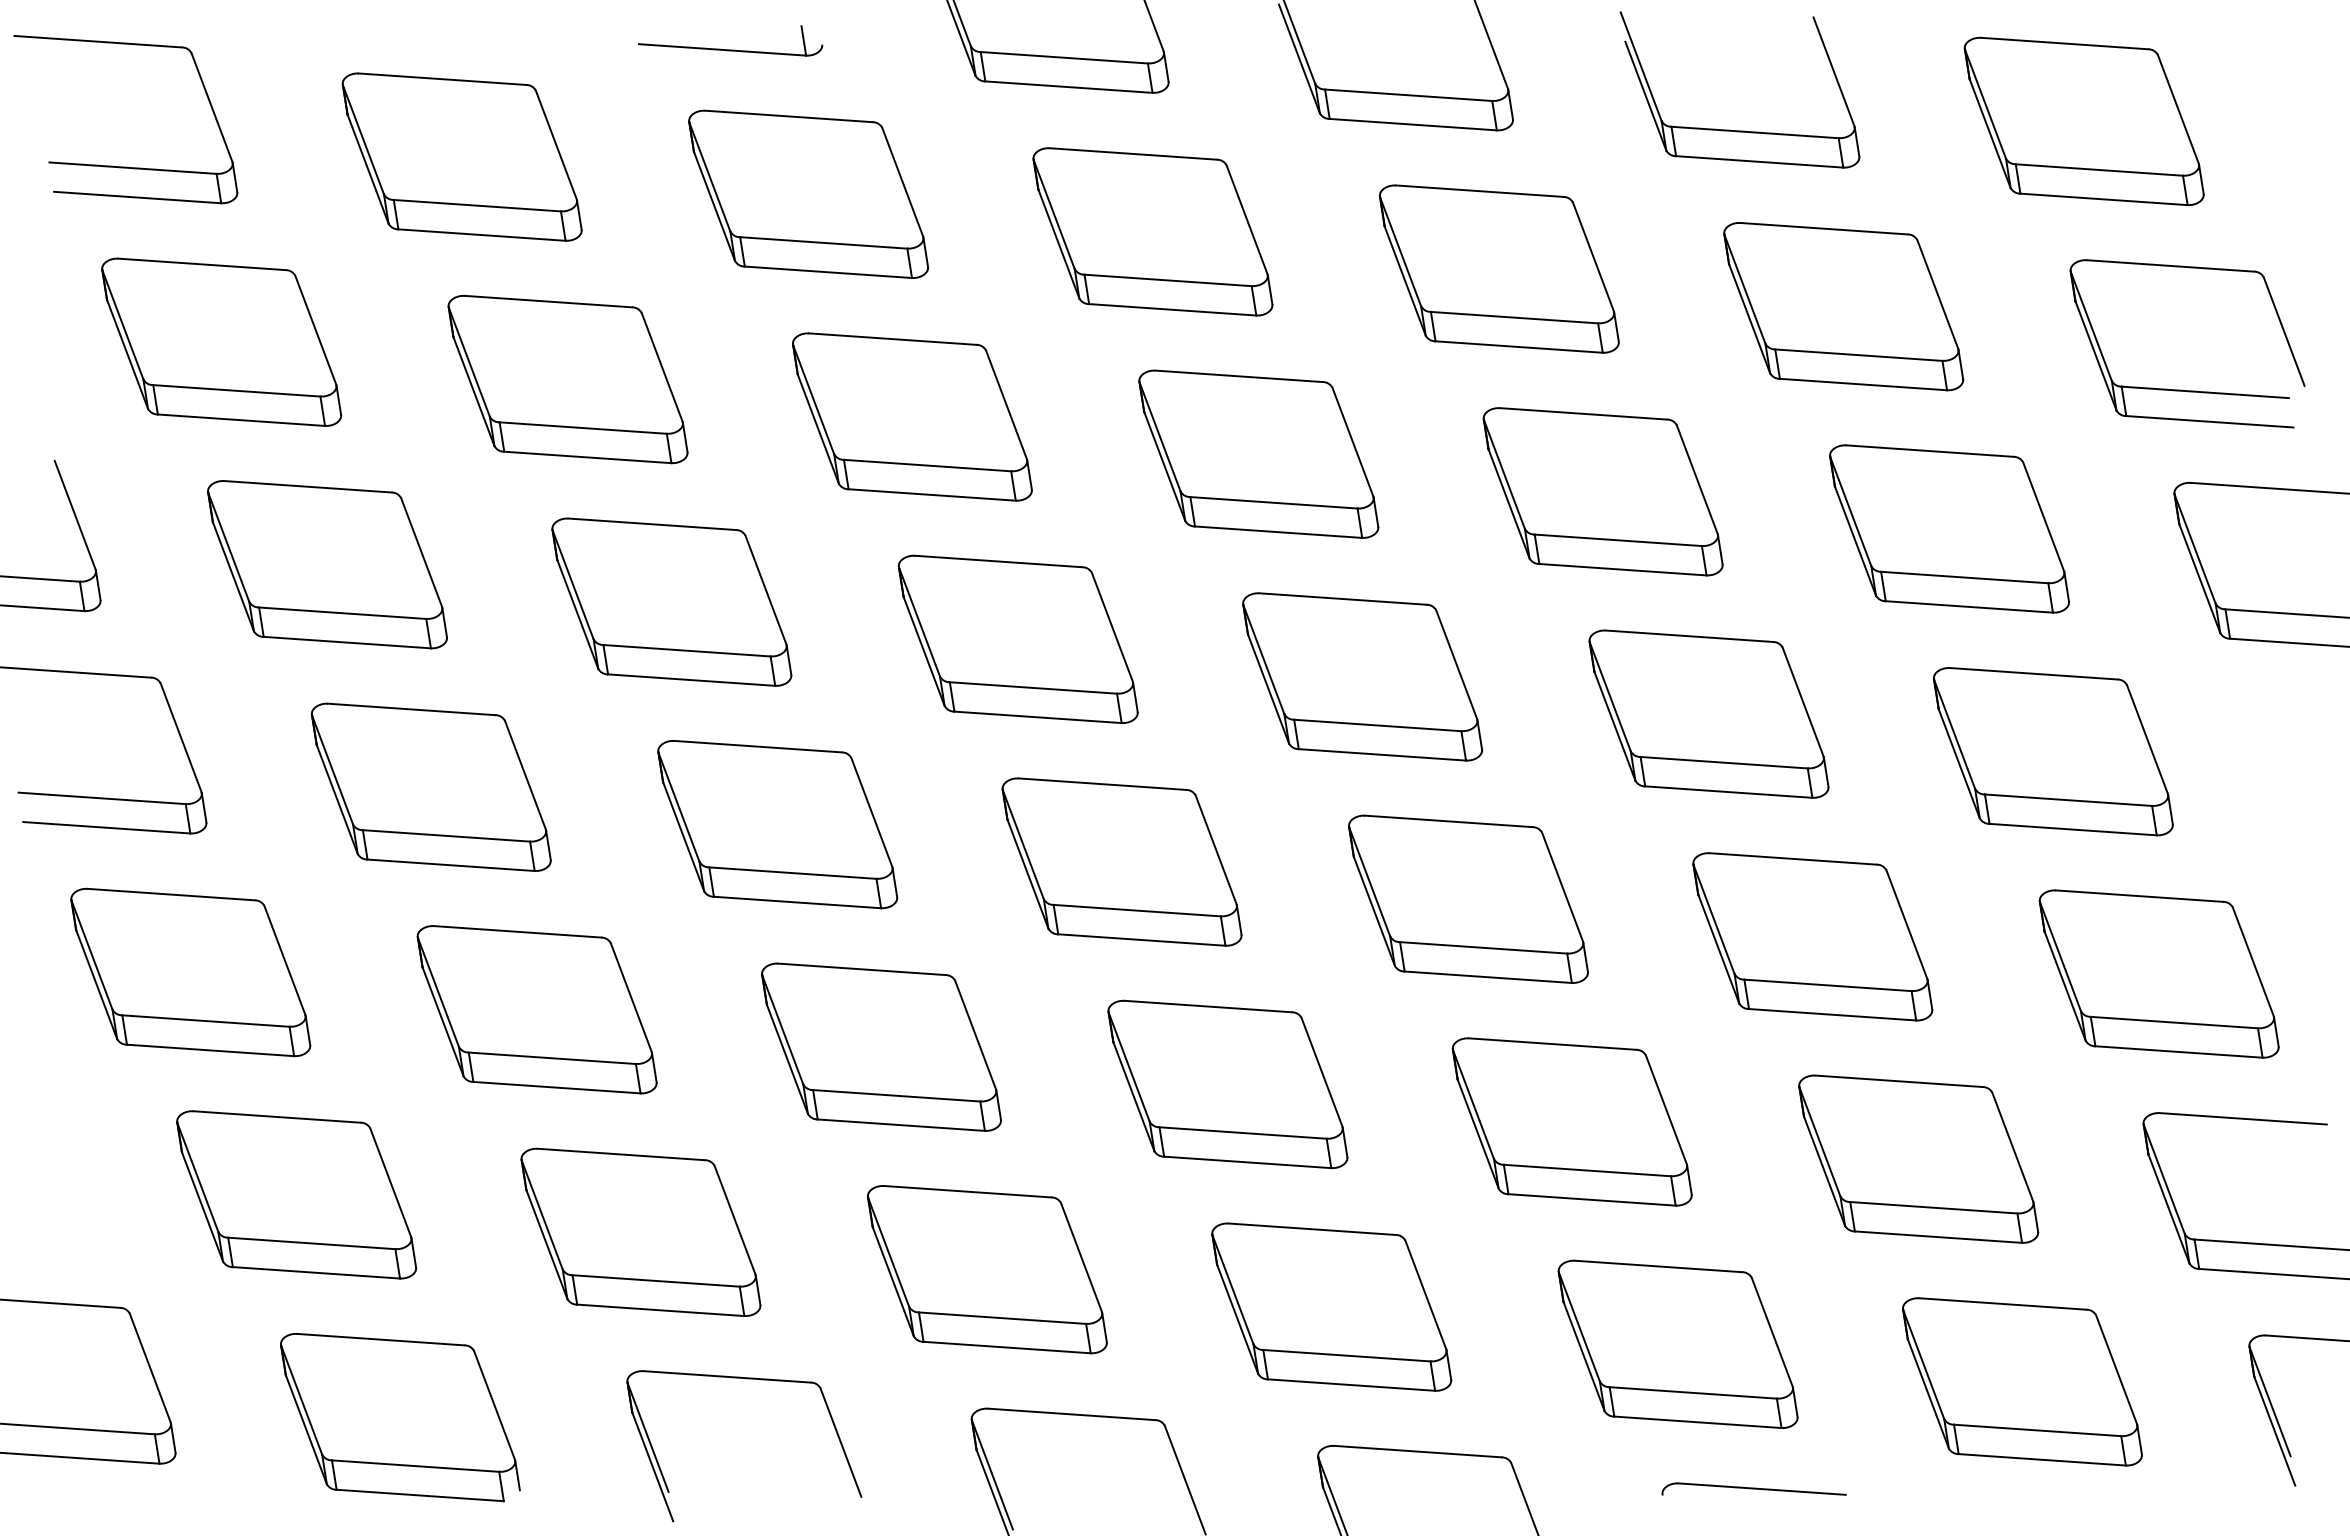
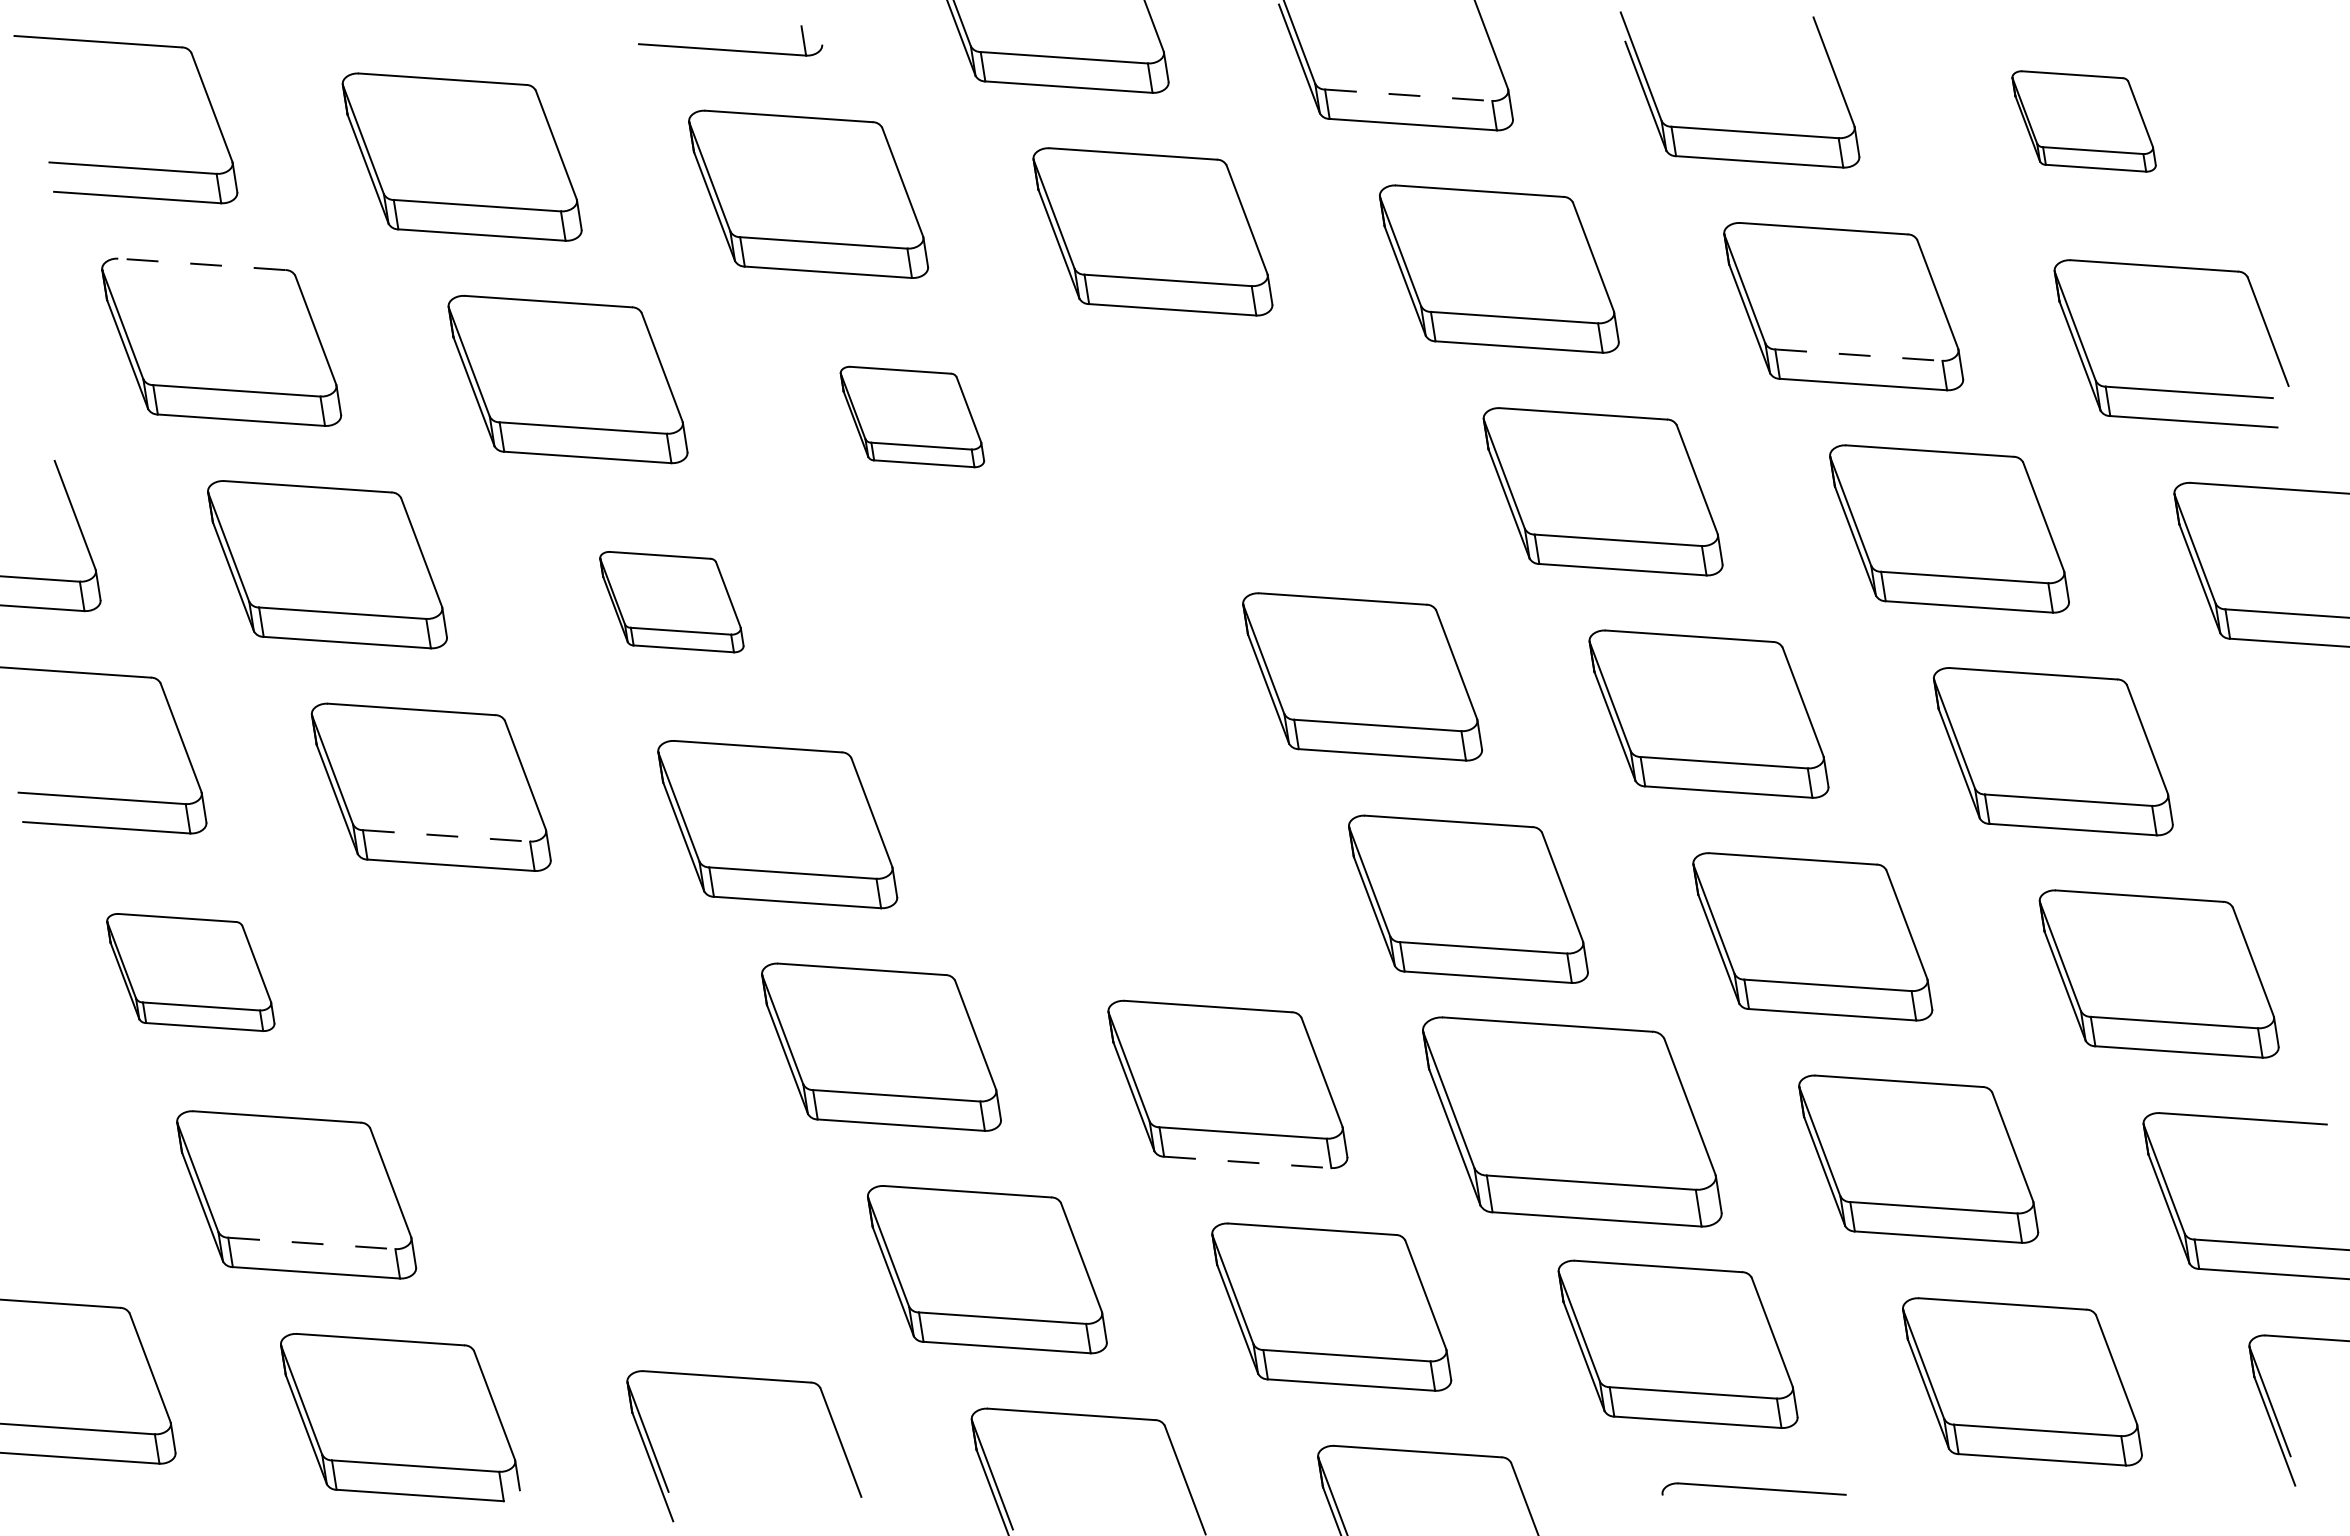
line at (1408, 95): solid -> dashed
part at (2083, 121) size: 242x171 px -> 146x103 px
line at (201, 264): solid -> dashed
line at (1858, 355): solid -> dashed
part at (2182, 389) position: (2182, 389) -> (2166, 389)
part at (912, 416) size: 241x170 px -> 147x104 px
part at (1258, 453): present -> none
part at (671, 601) size: 242x170 px -> 146x103 px
part at (1017, 638): present -> none
line at (446, 835): solid -> dashed
part at (1121, 861): present -> none
part at (190, 972) size: 242x171 px -> 170x119 px
part at (536, 1009): present -> none
part at (1571, 1121) size: 242x170 px -> 301x212 px
line at (1247, 1162): solid -> dashed
part at (640, 1231): present -> none
line at (311, 1243): solid -> dashed
